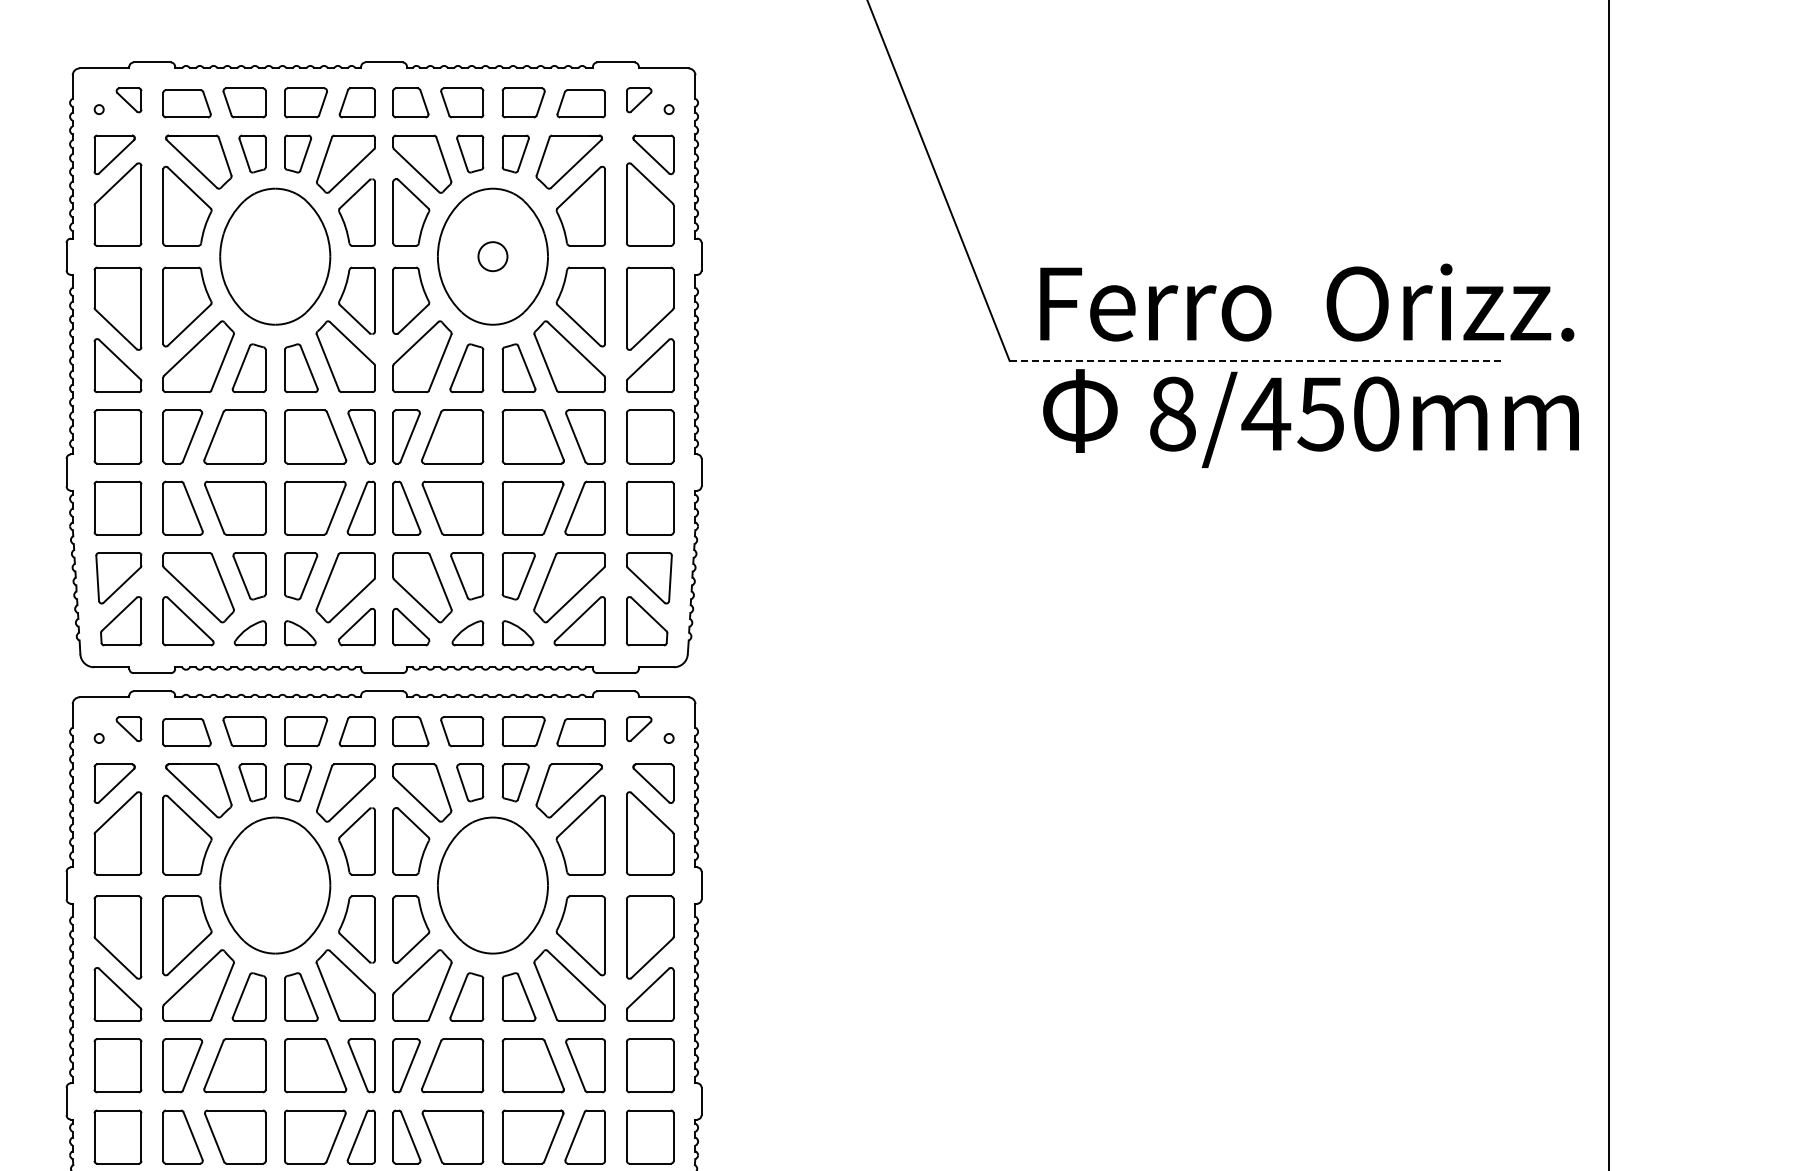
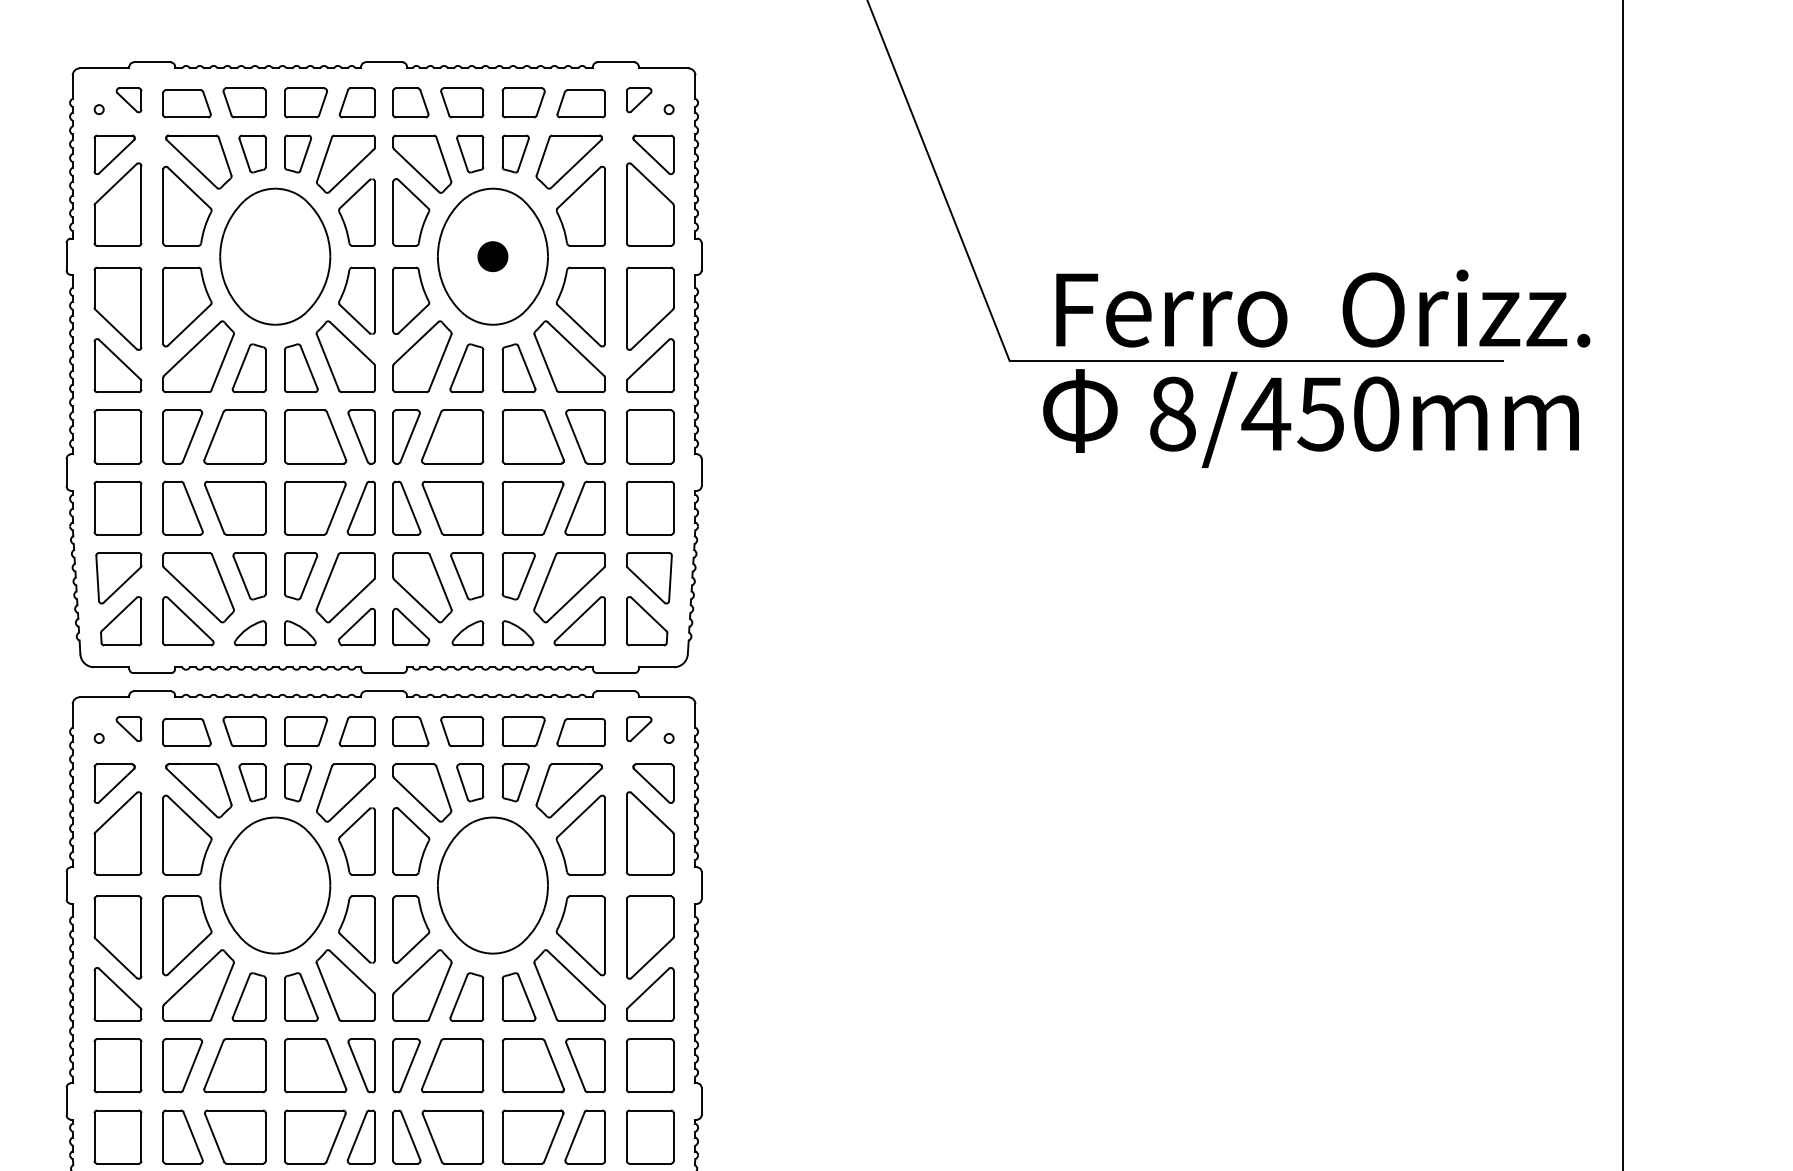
fill at (492, 256): none -> present
text at (1307, 302) position: (1307, 302) -> (1323, 308)
line at (1256, 360): dashed -> solid
line at (1608, 584) position: (1608, 584) -> (1622, 584)
